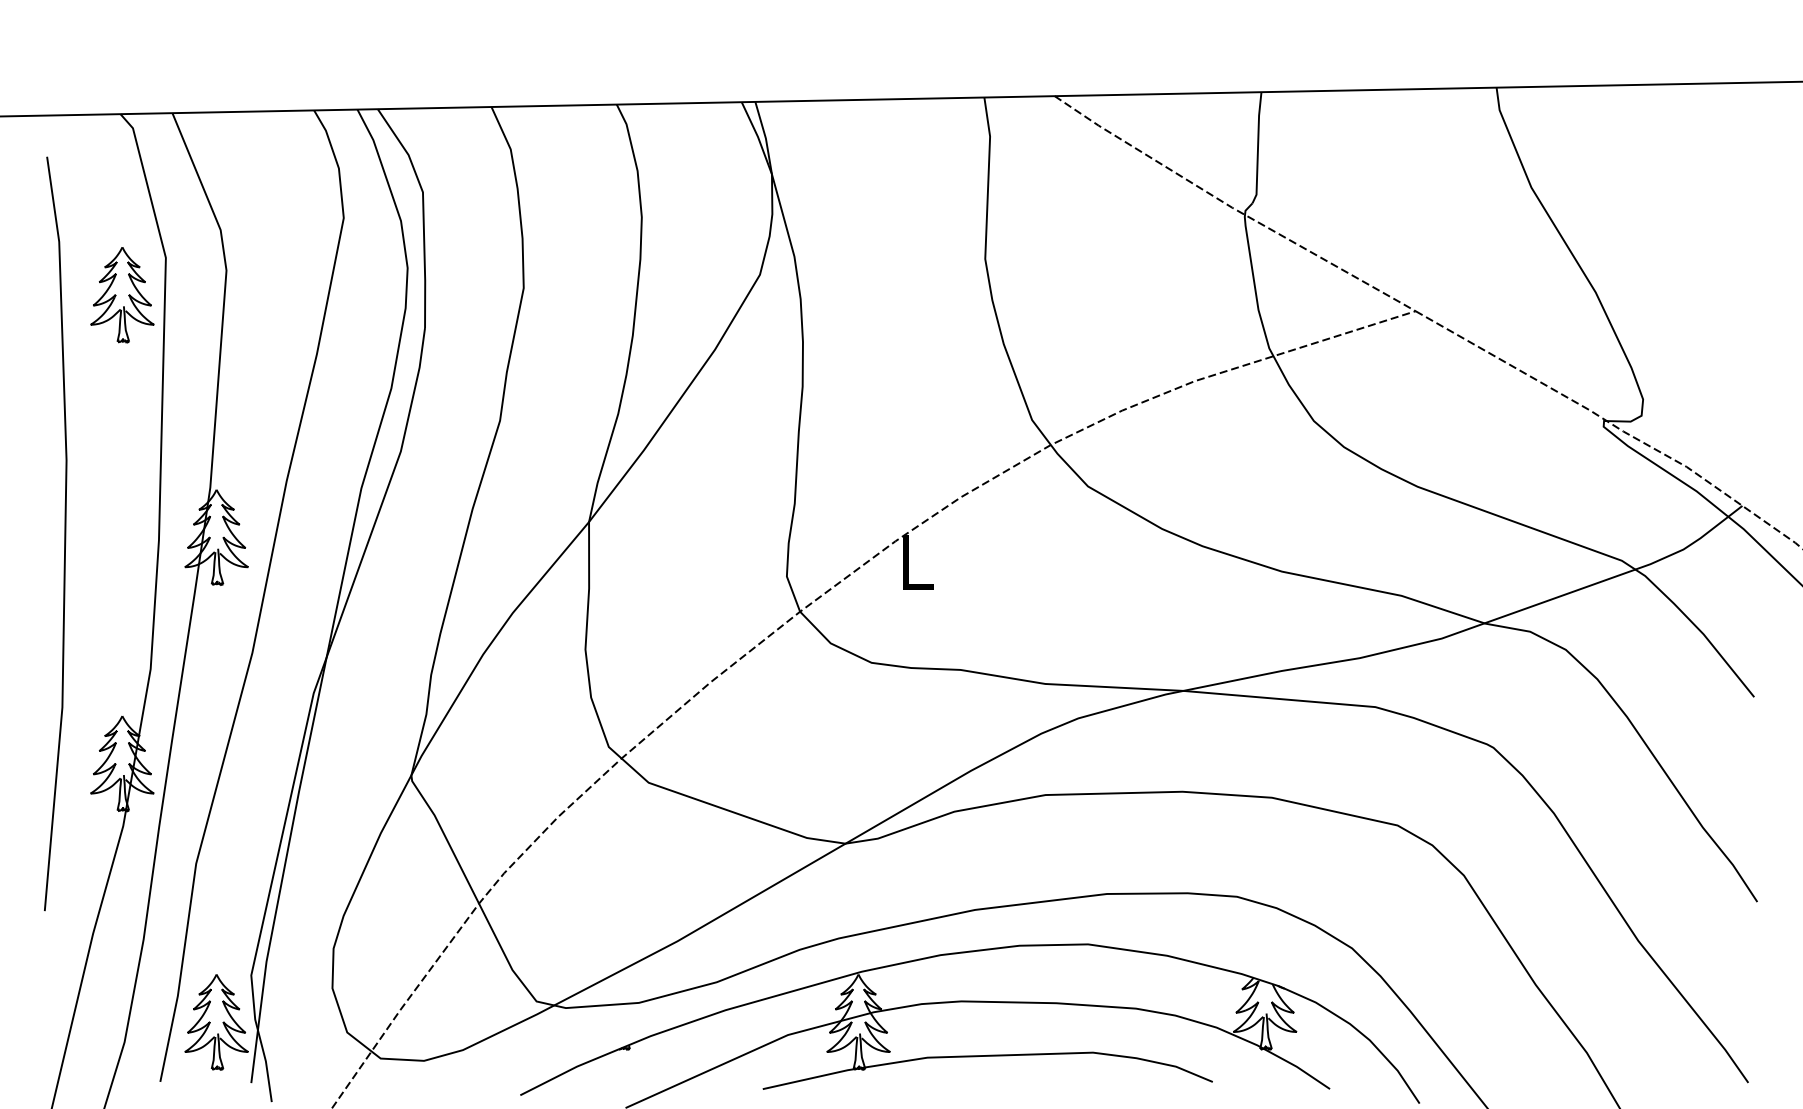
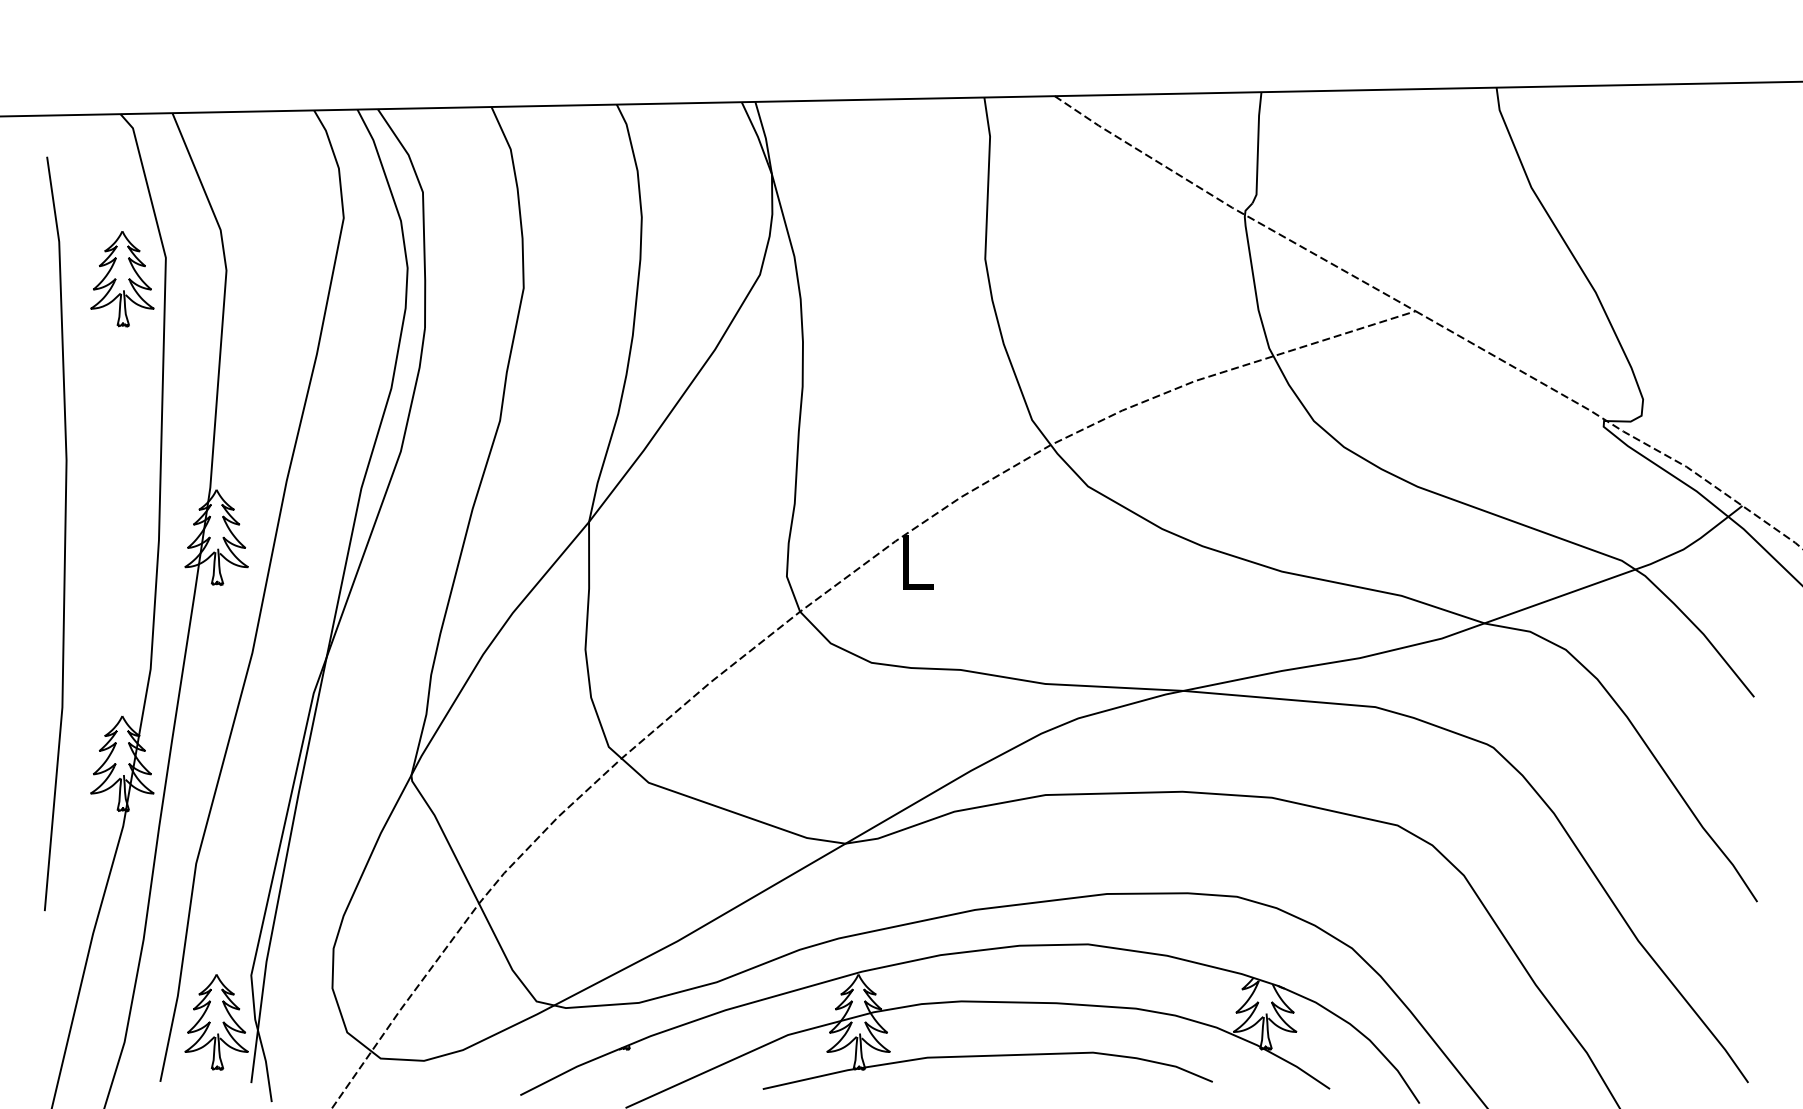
part at (122, 295) position: (122, 295) -> (122, 279)
